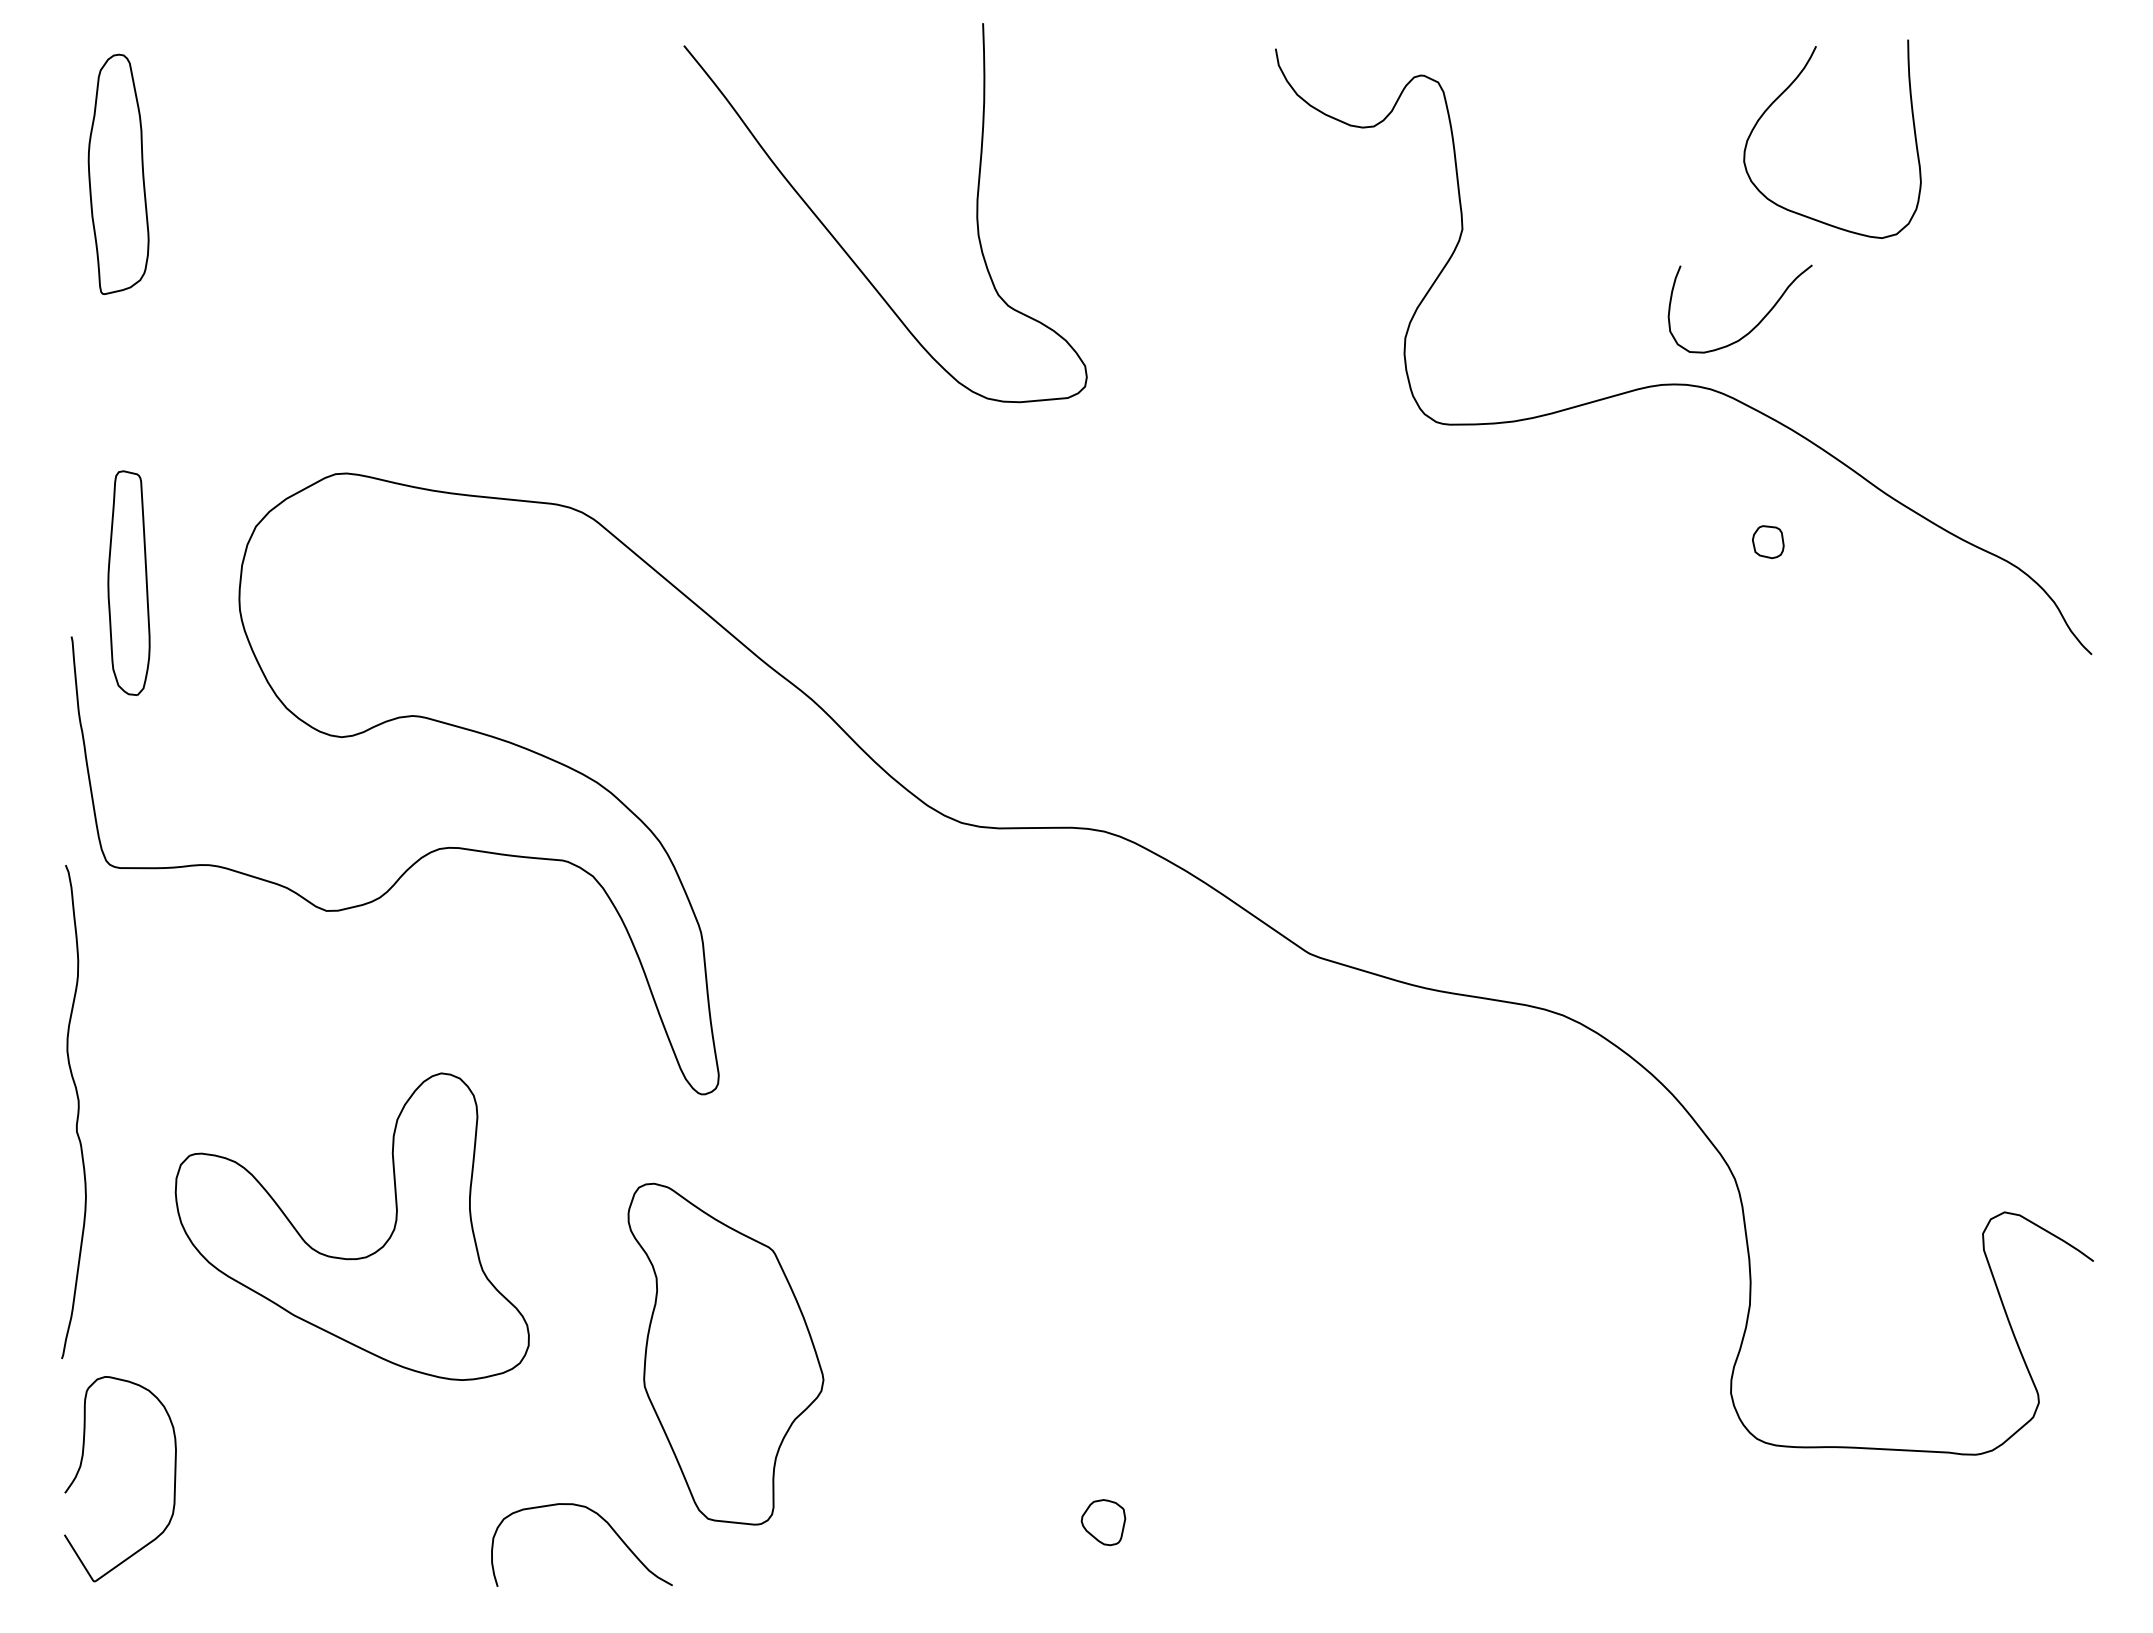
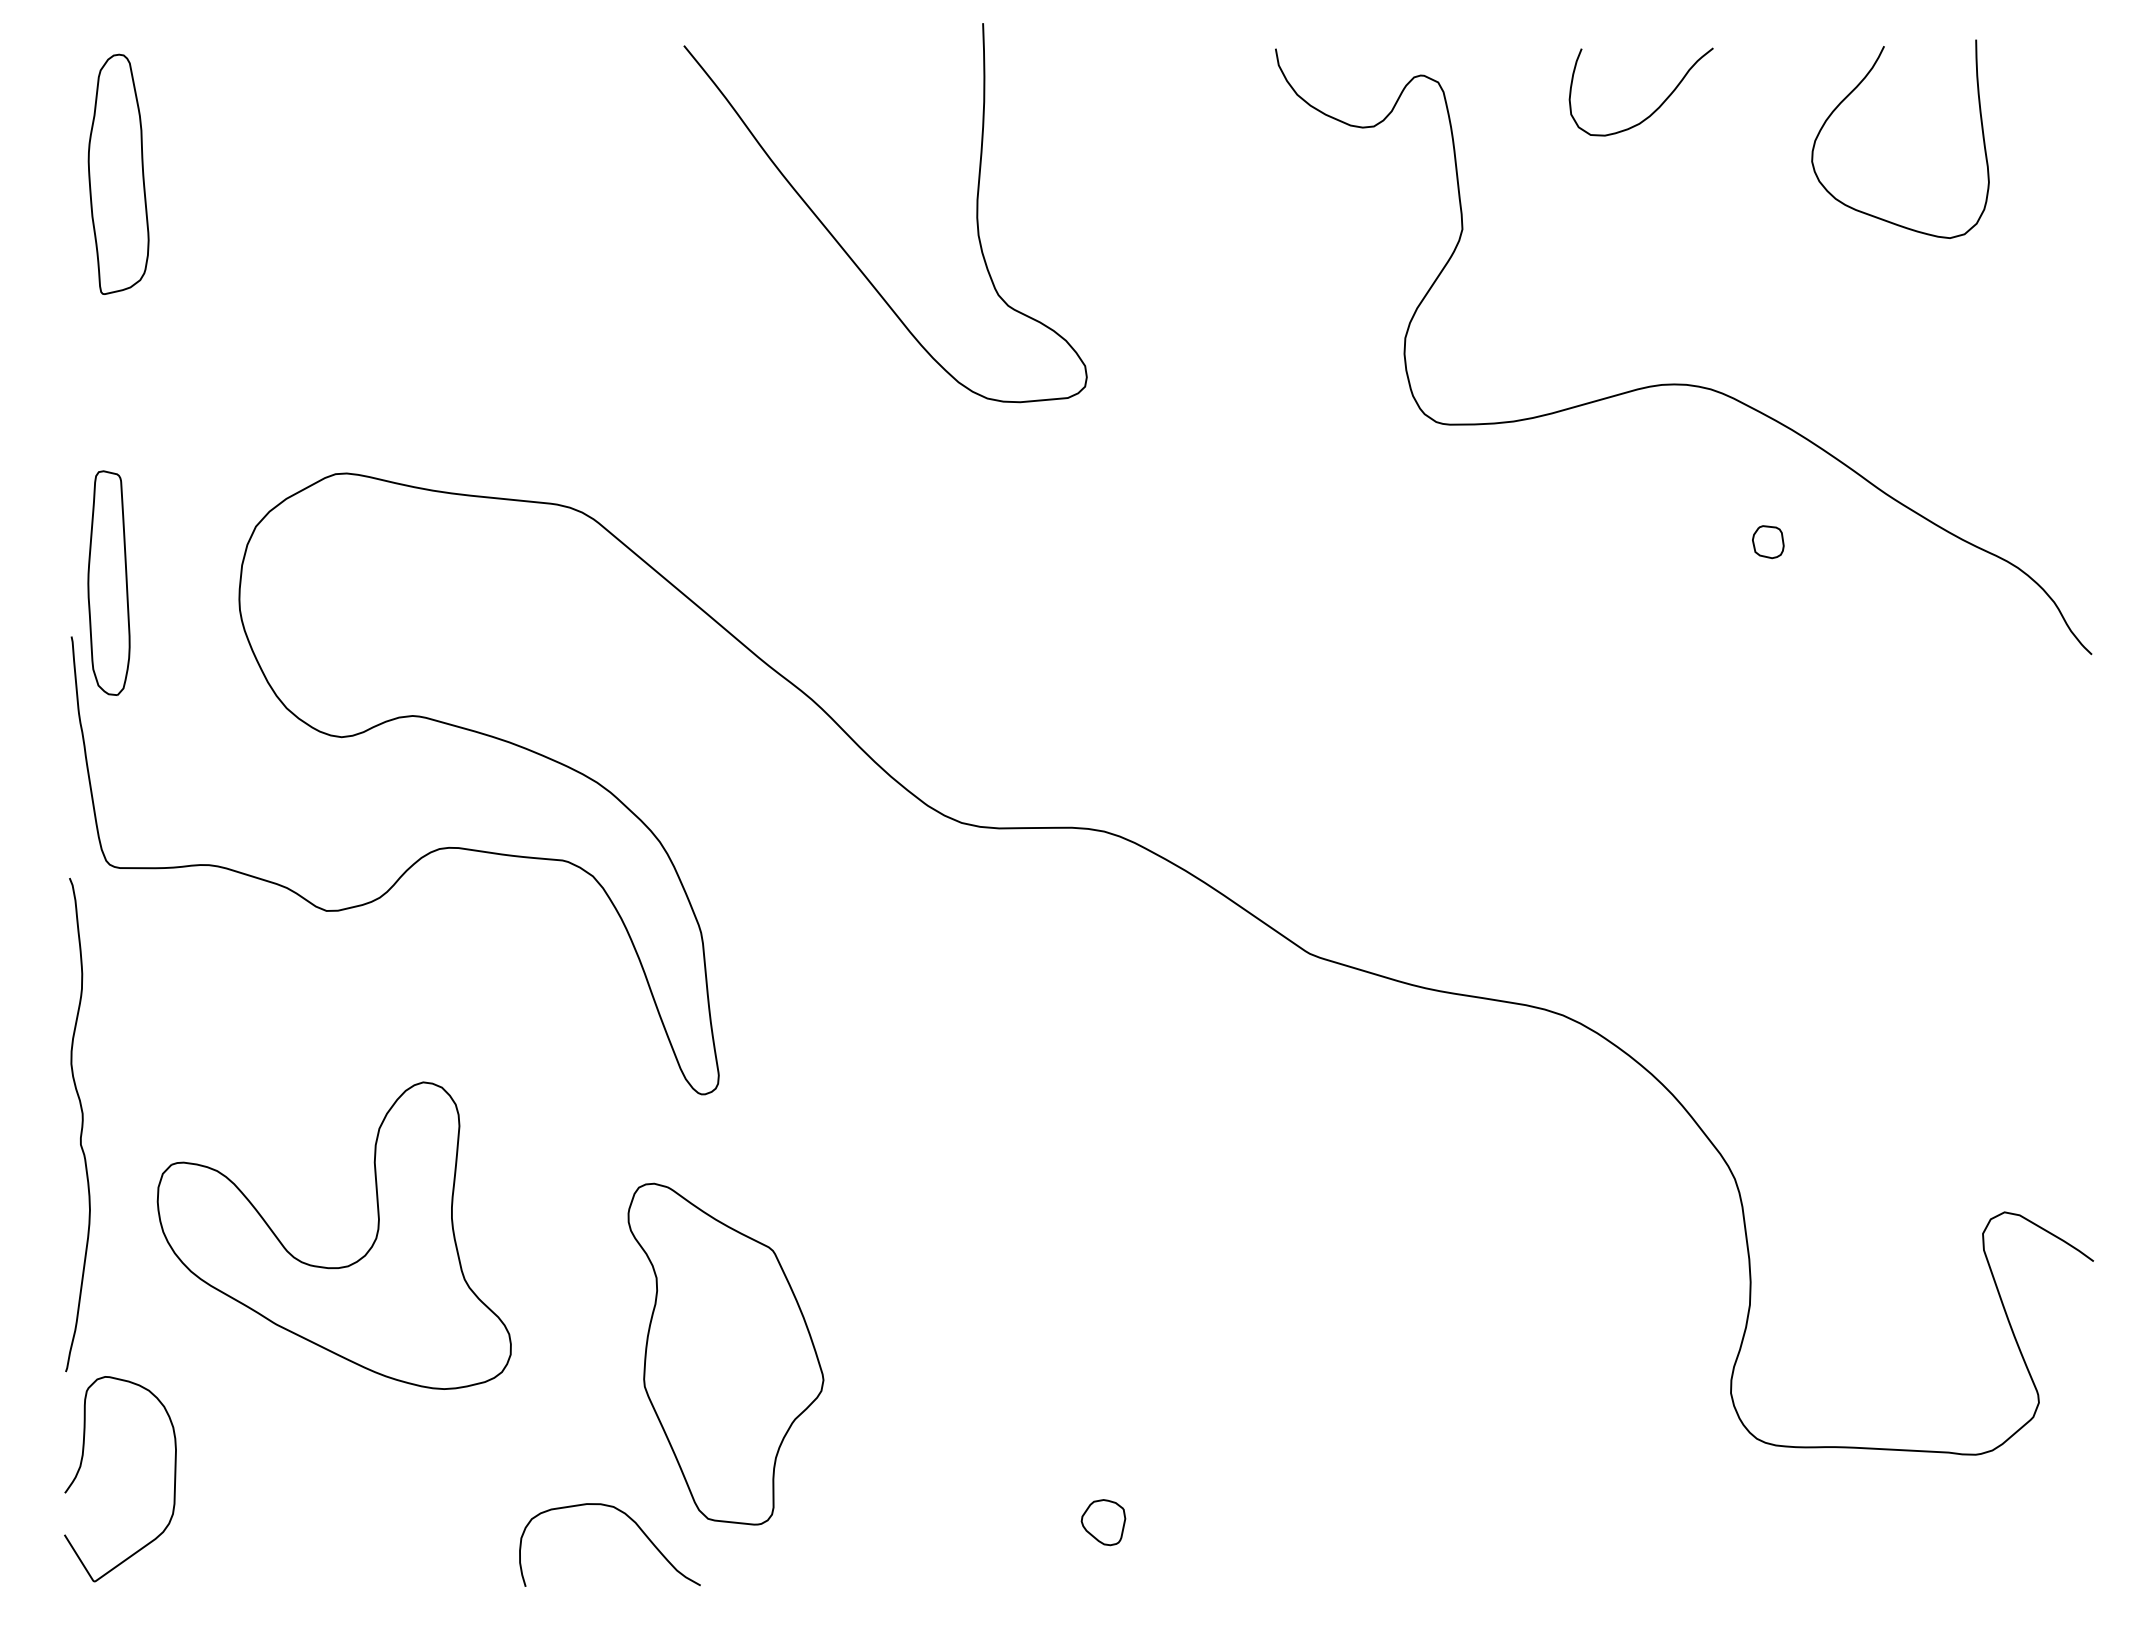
curve at (1785, 91) position: (1785, 91) -> (1853, 91)
curve at (1756, 324) position: (1756, 324) -> (1657, 107)
part at (128, 582) position: (128, 582) -> (108, 582)
curve at (77, 1112) position: (77, 1112) -> (81, 1125)
part at (358, 1257) position: (358, 1257) -> (340, 1266)
curve at (604, 1521) position: (604, 1521) -> (632, 1521)
